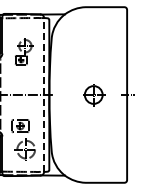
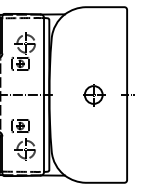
part at (24, 51) size: 19x28 px -> 25x39 px
line at (44, 94): dashed -> solid
